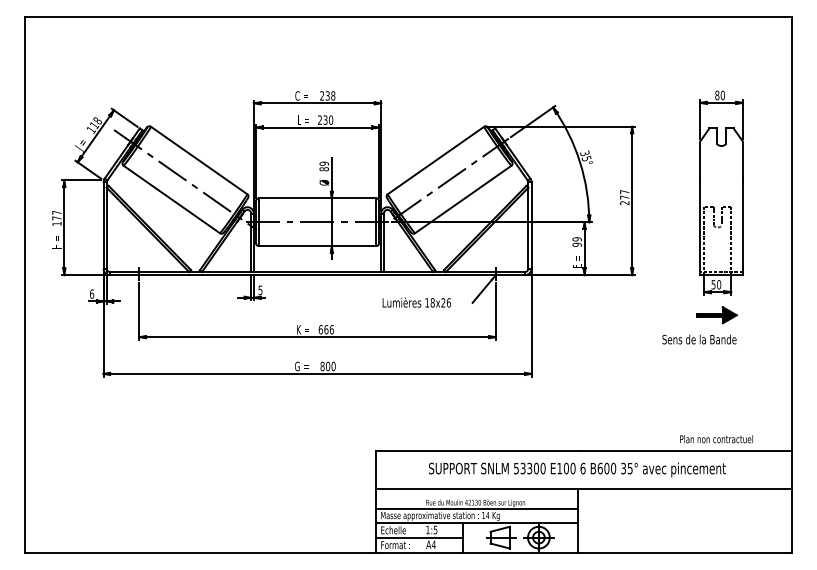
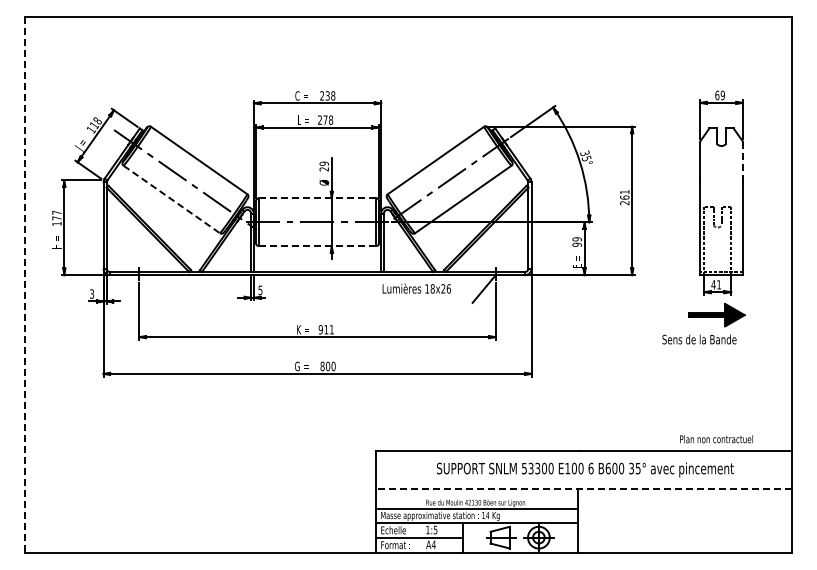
text at (719, 95): 80 -> 69
text at (328, 119): 230 -> 278
line at (742, 160): solid -> dashed
text at (323, 169): 89 -> 29
text at (624, 194): 277 -> 261
line at (317, 198): solid -> dashed
line at (171, 199): solid -> dashed
line at (317, 246): solid -> dashed
text at (716, 284): 50 -> 41
line at (24, 285): solid -> dashed
text at (92, 293): 6 -> 3
text at (416, 302) position: (416, 302) -> (416, 288)
part at (716, 315) size: 42x19 px -> 58x25 px
text at (326, 329): 666 -> 911
text at (577, 469) position: (577, 469) -> (585, 469)
line at (583, 489): solid -> dashed
